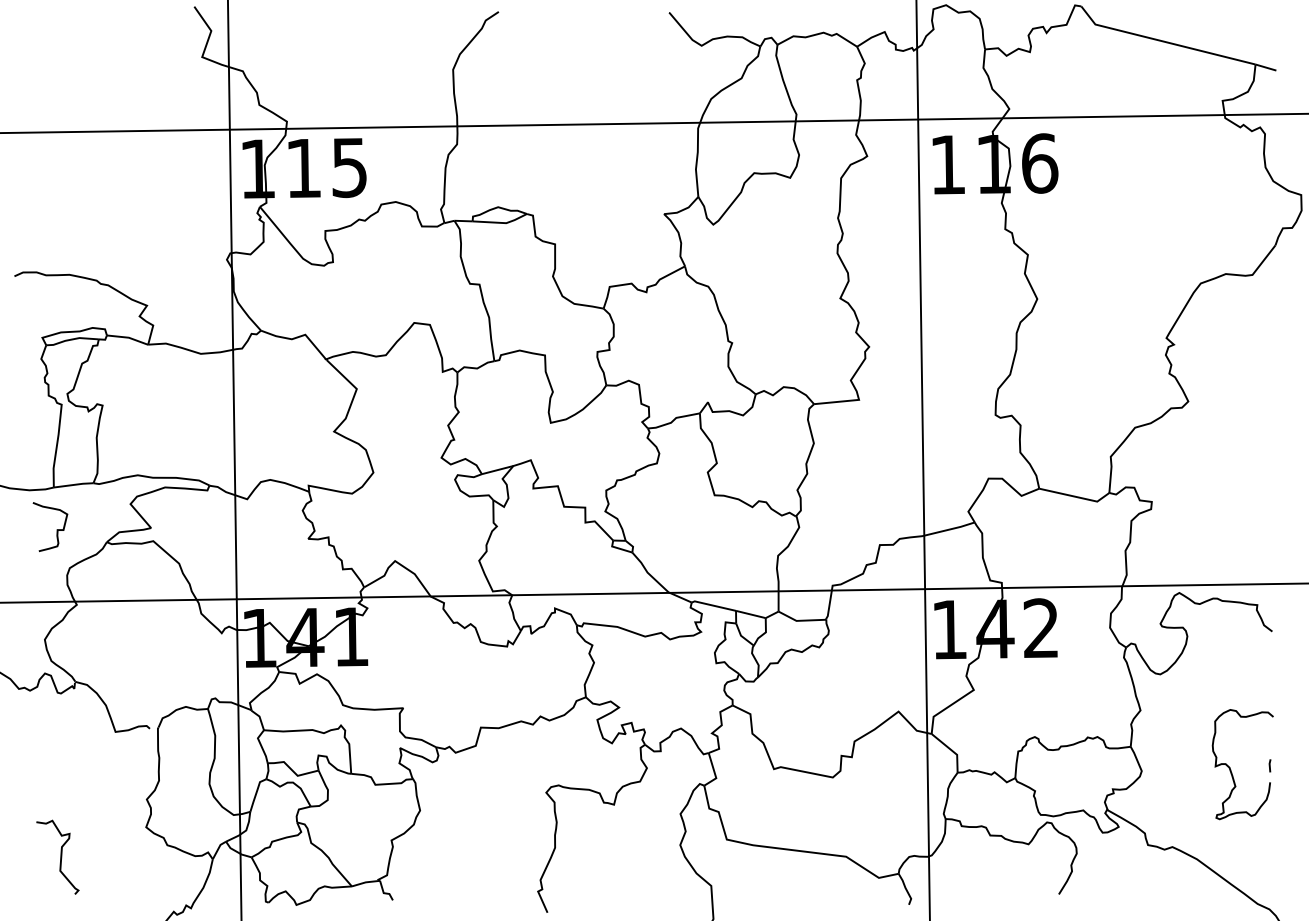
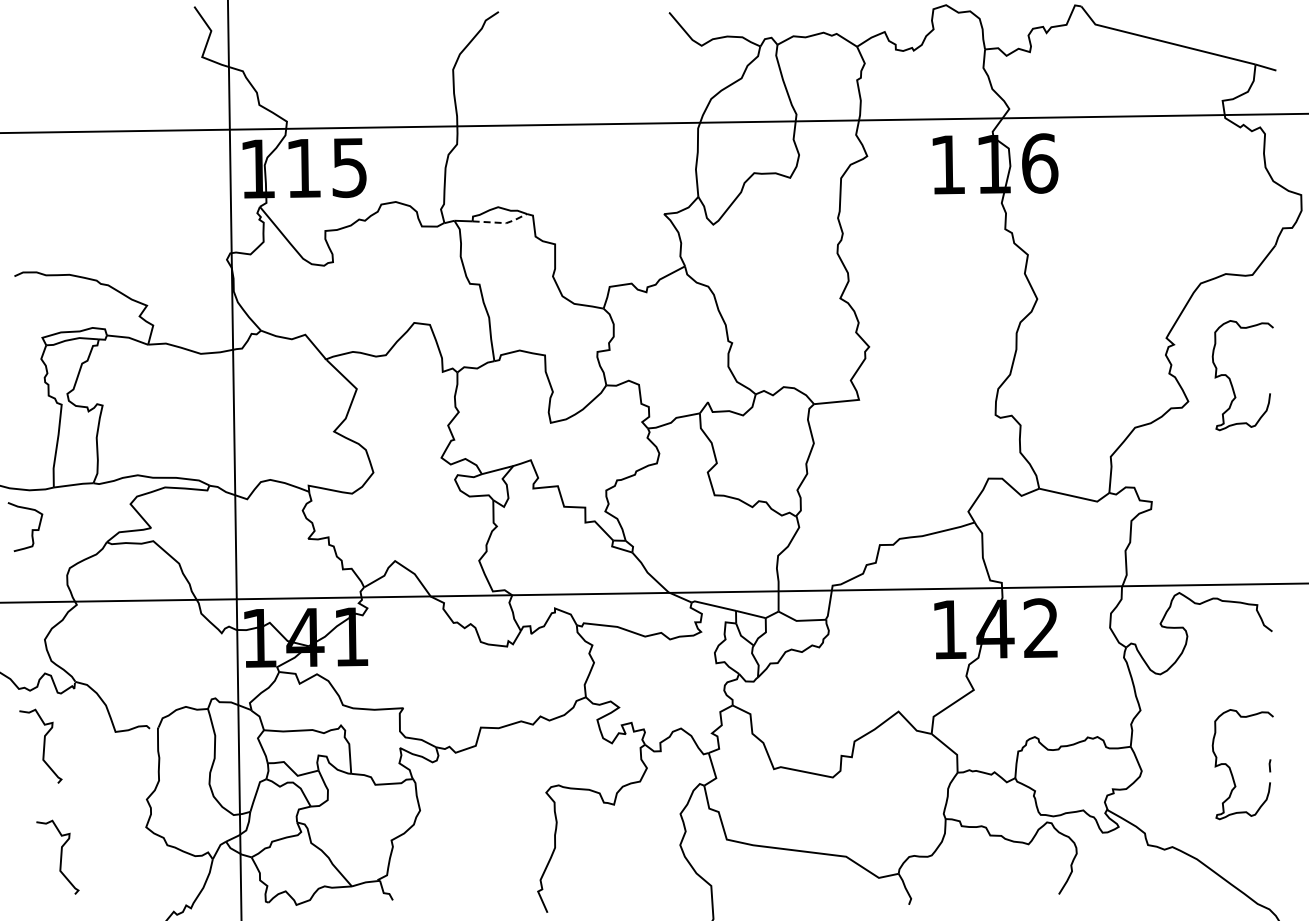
line at (502, 222): solid -> dashed
curve at (1231, 380): none -> present
line at (922, 459): present -> none
curve at (56, 529) position: (56, 529) -> (31, 529)
curve at (43, 745): none -> present
